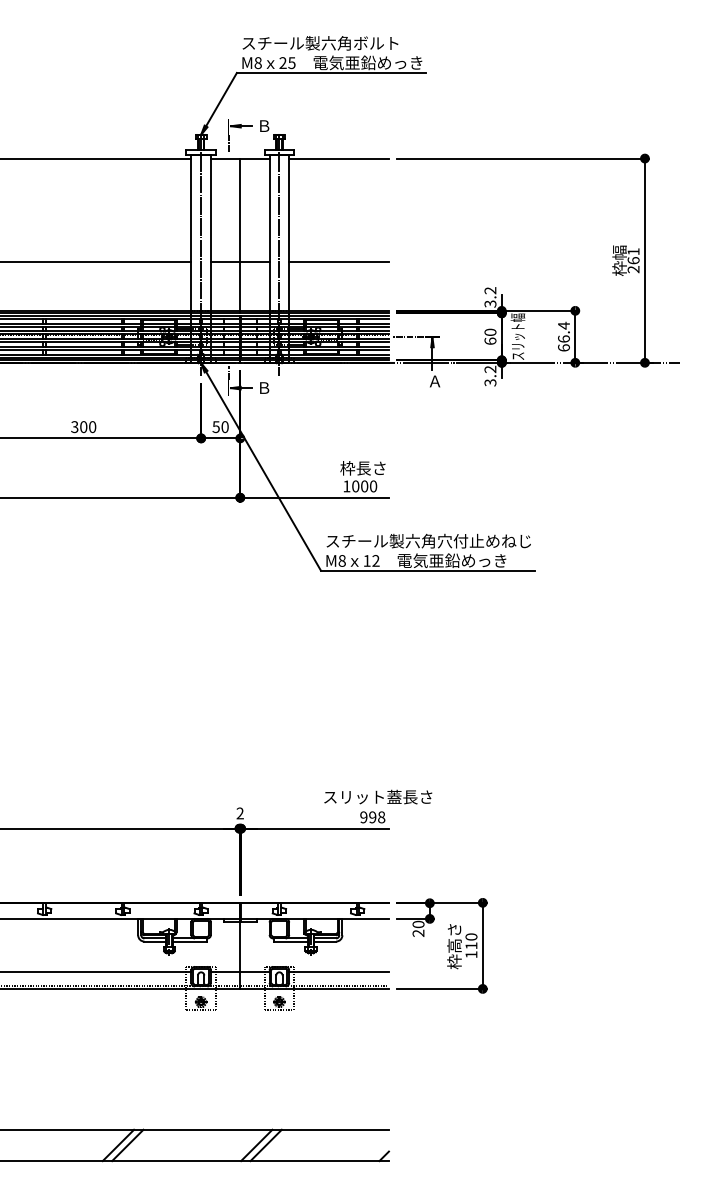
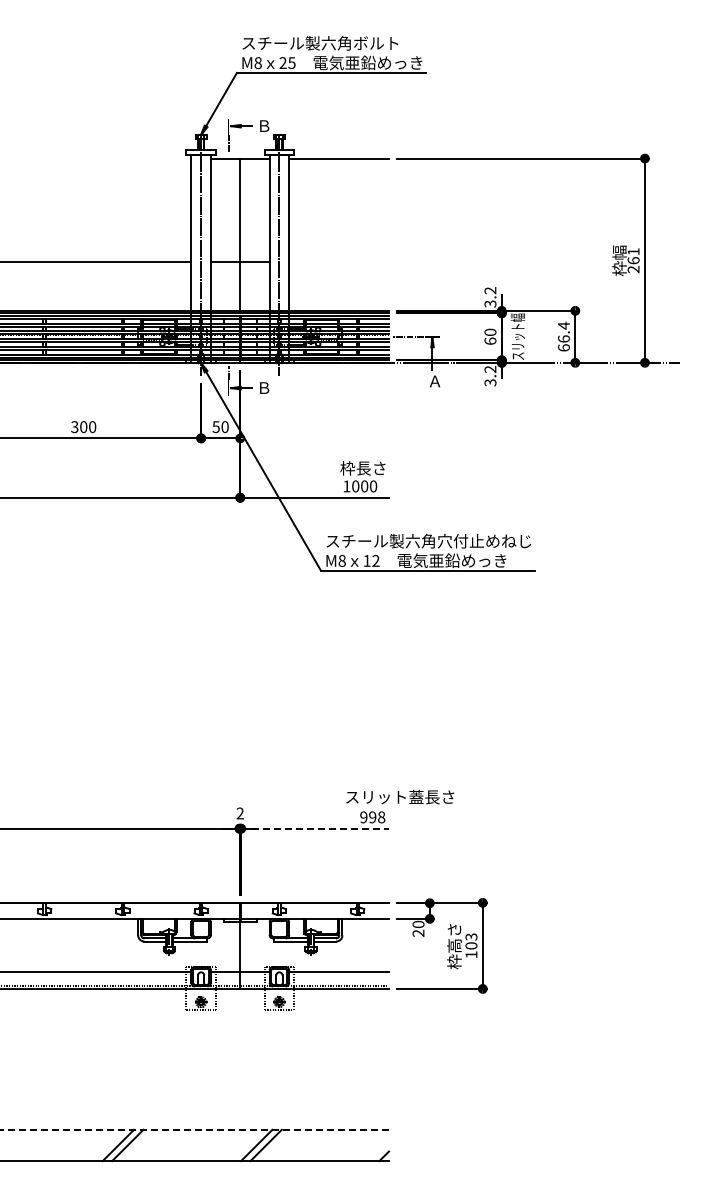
line at (96, 158): present -> none
line at (338, 262): present -> none
text at (378, 796) position: (378, 796) -> (400, 796)
line at (315, 828): solid -> dashed
text at (471, 941): 110 -> 103
line at (194, 1129): solid -> dashed
